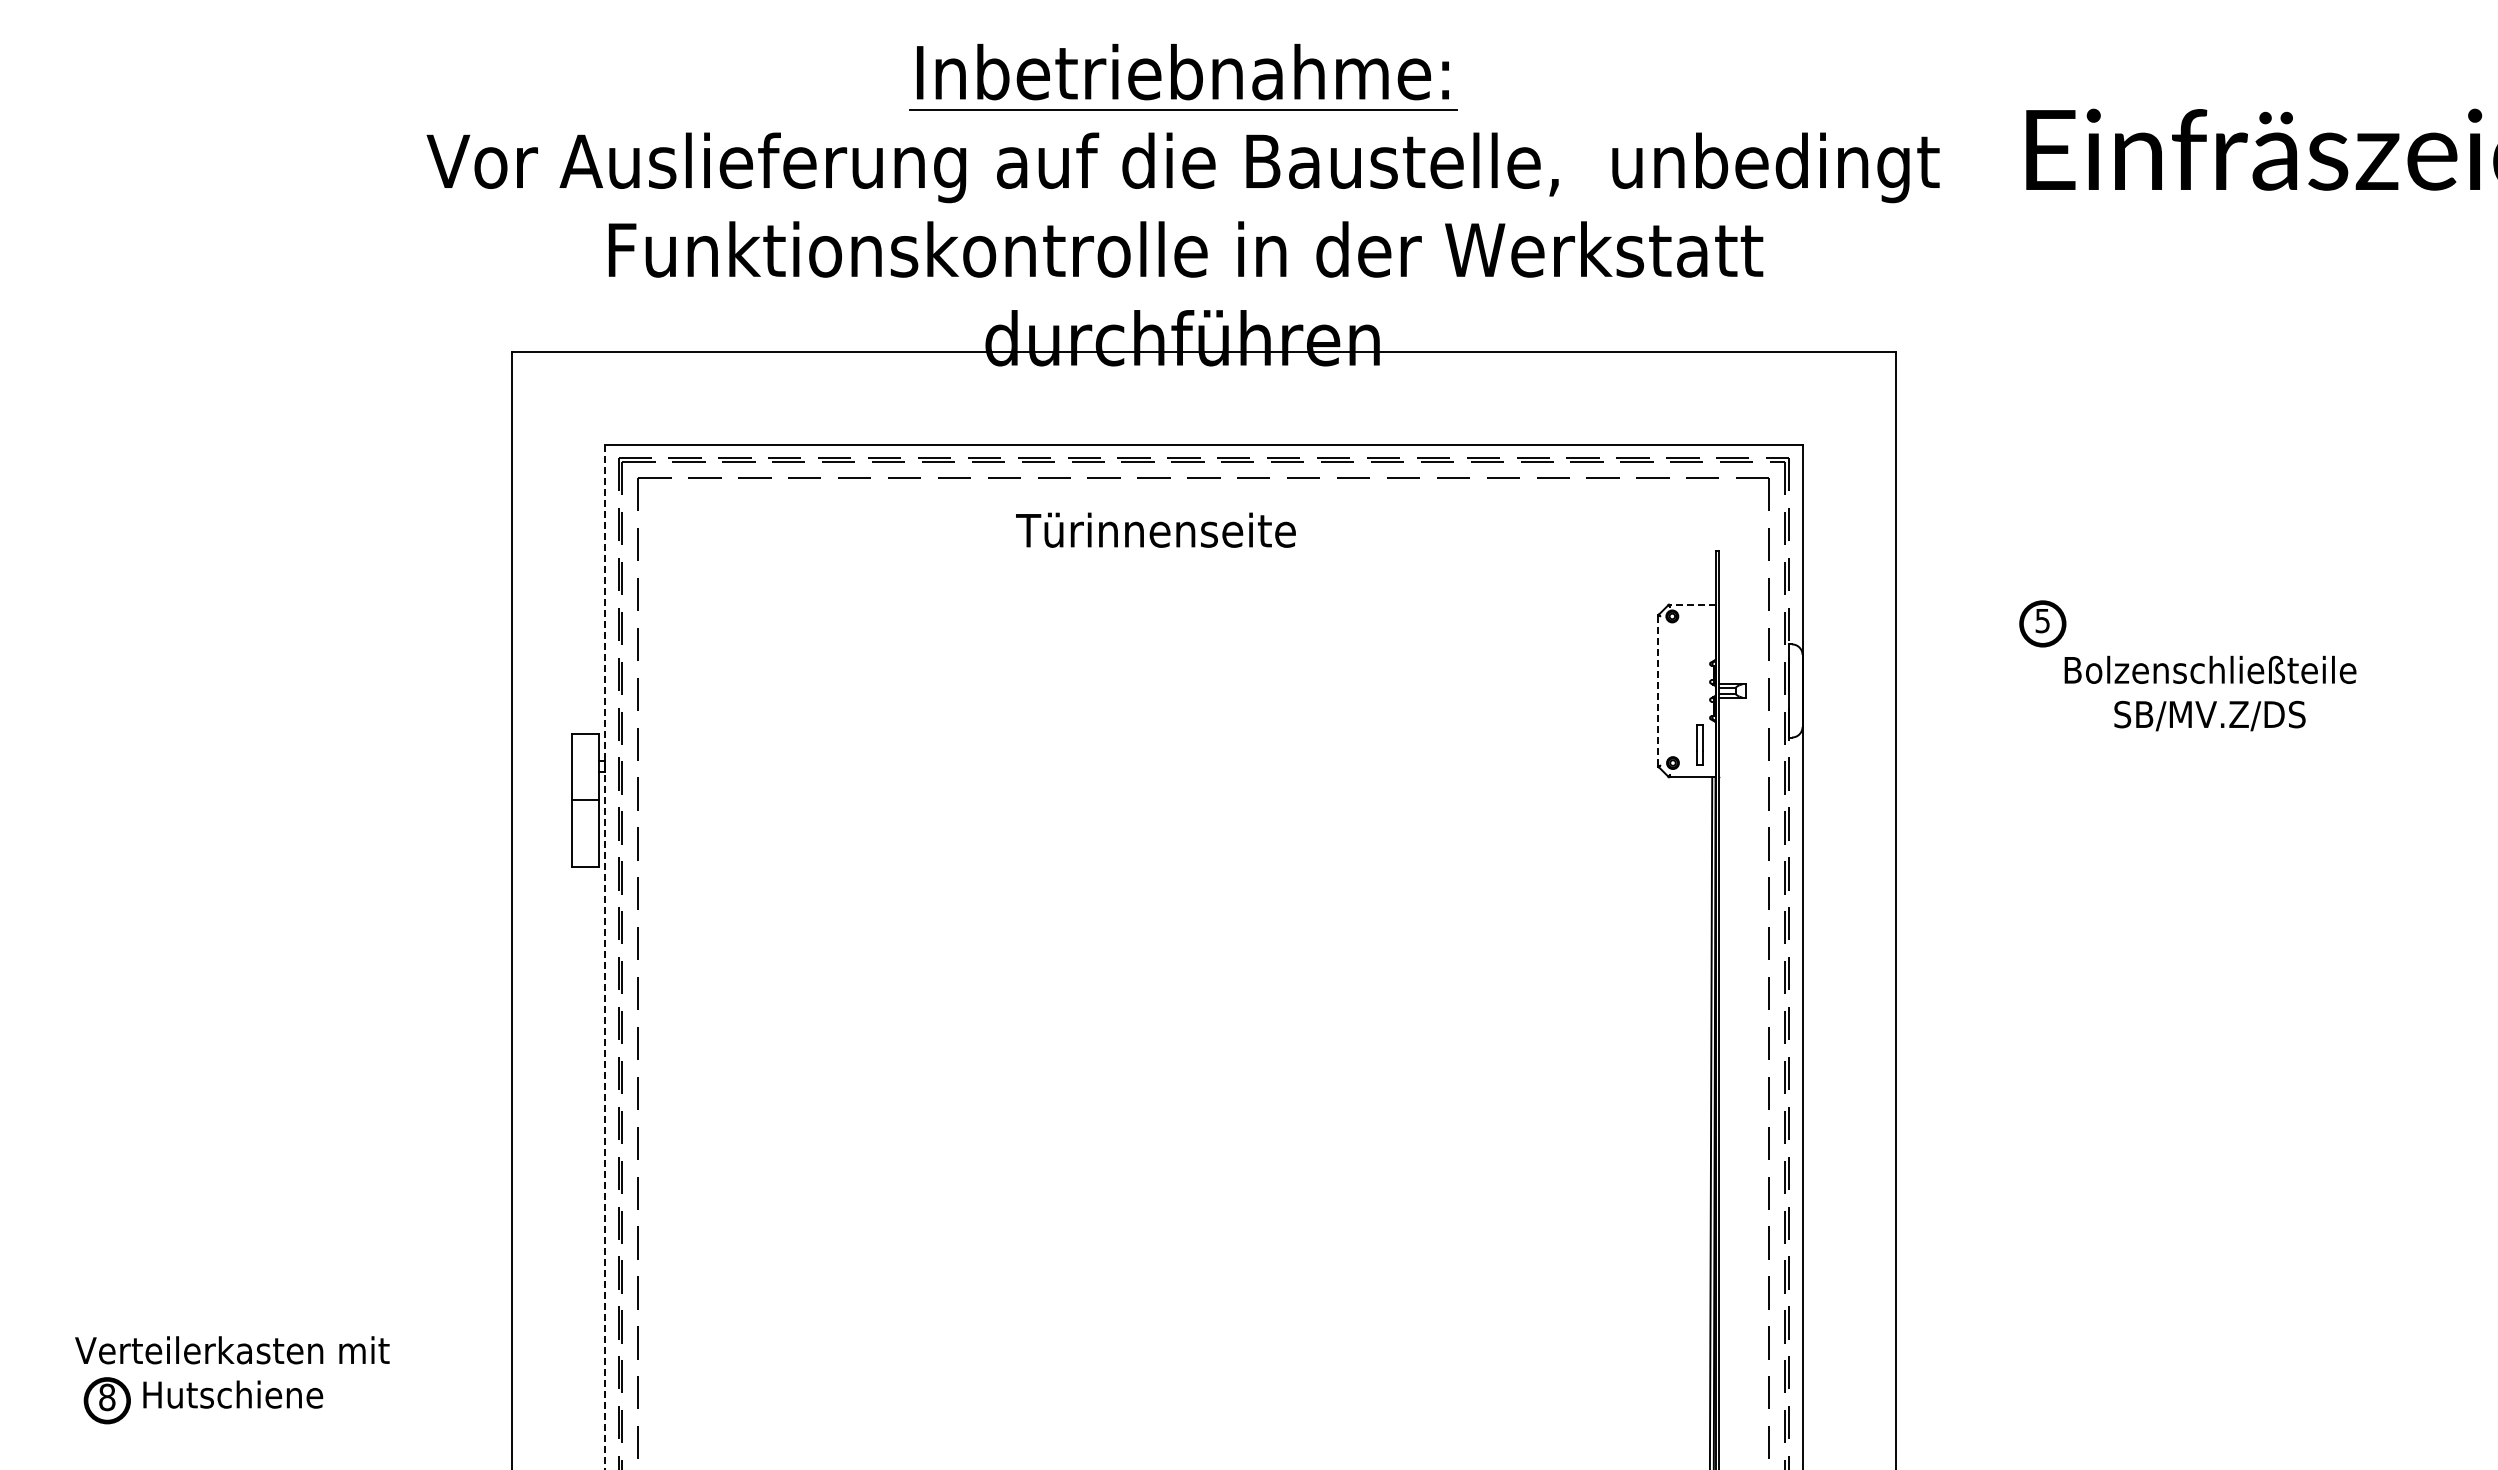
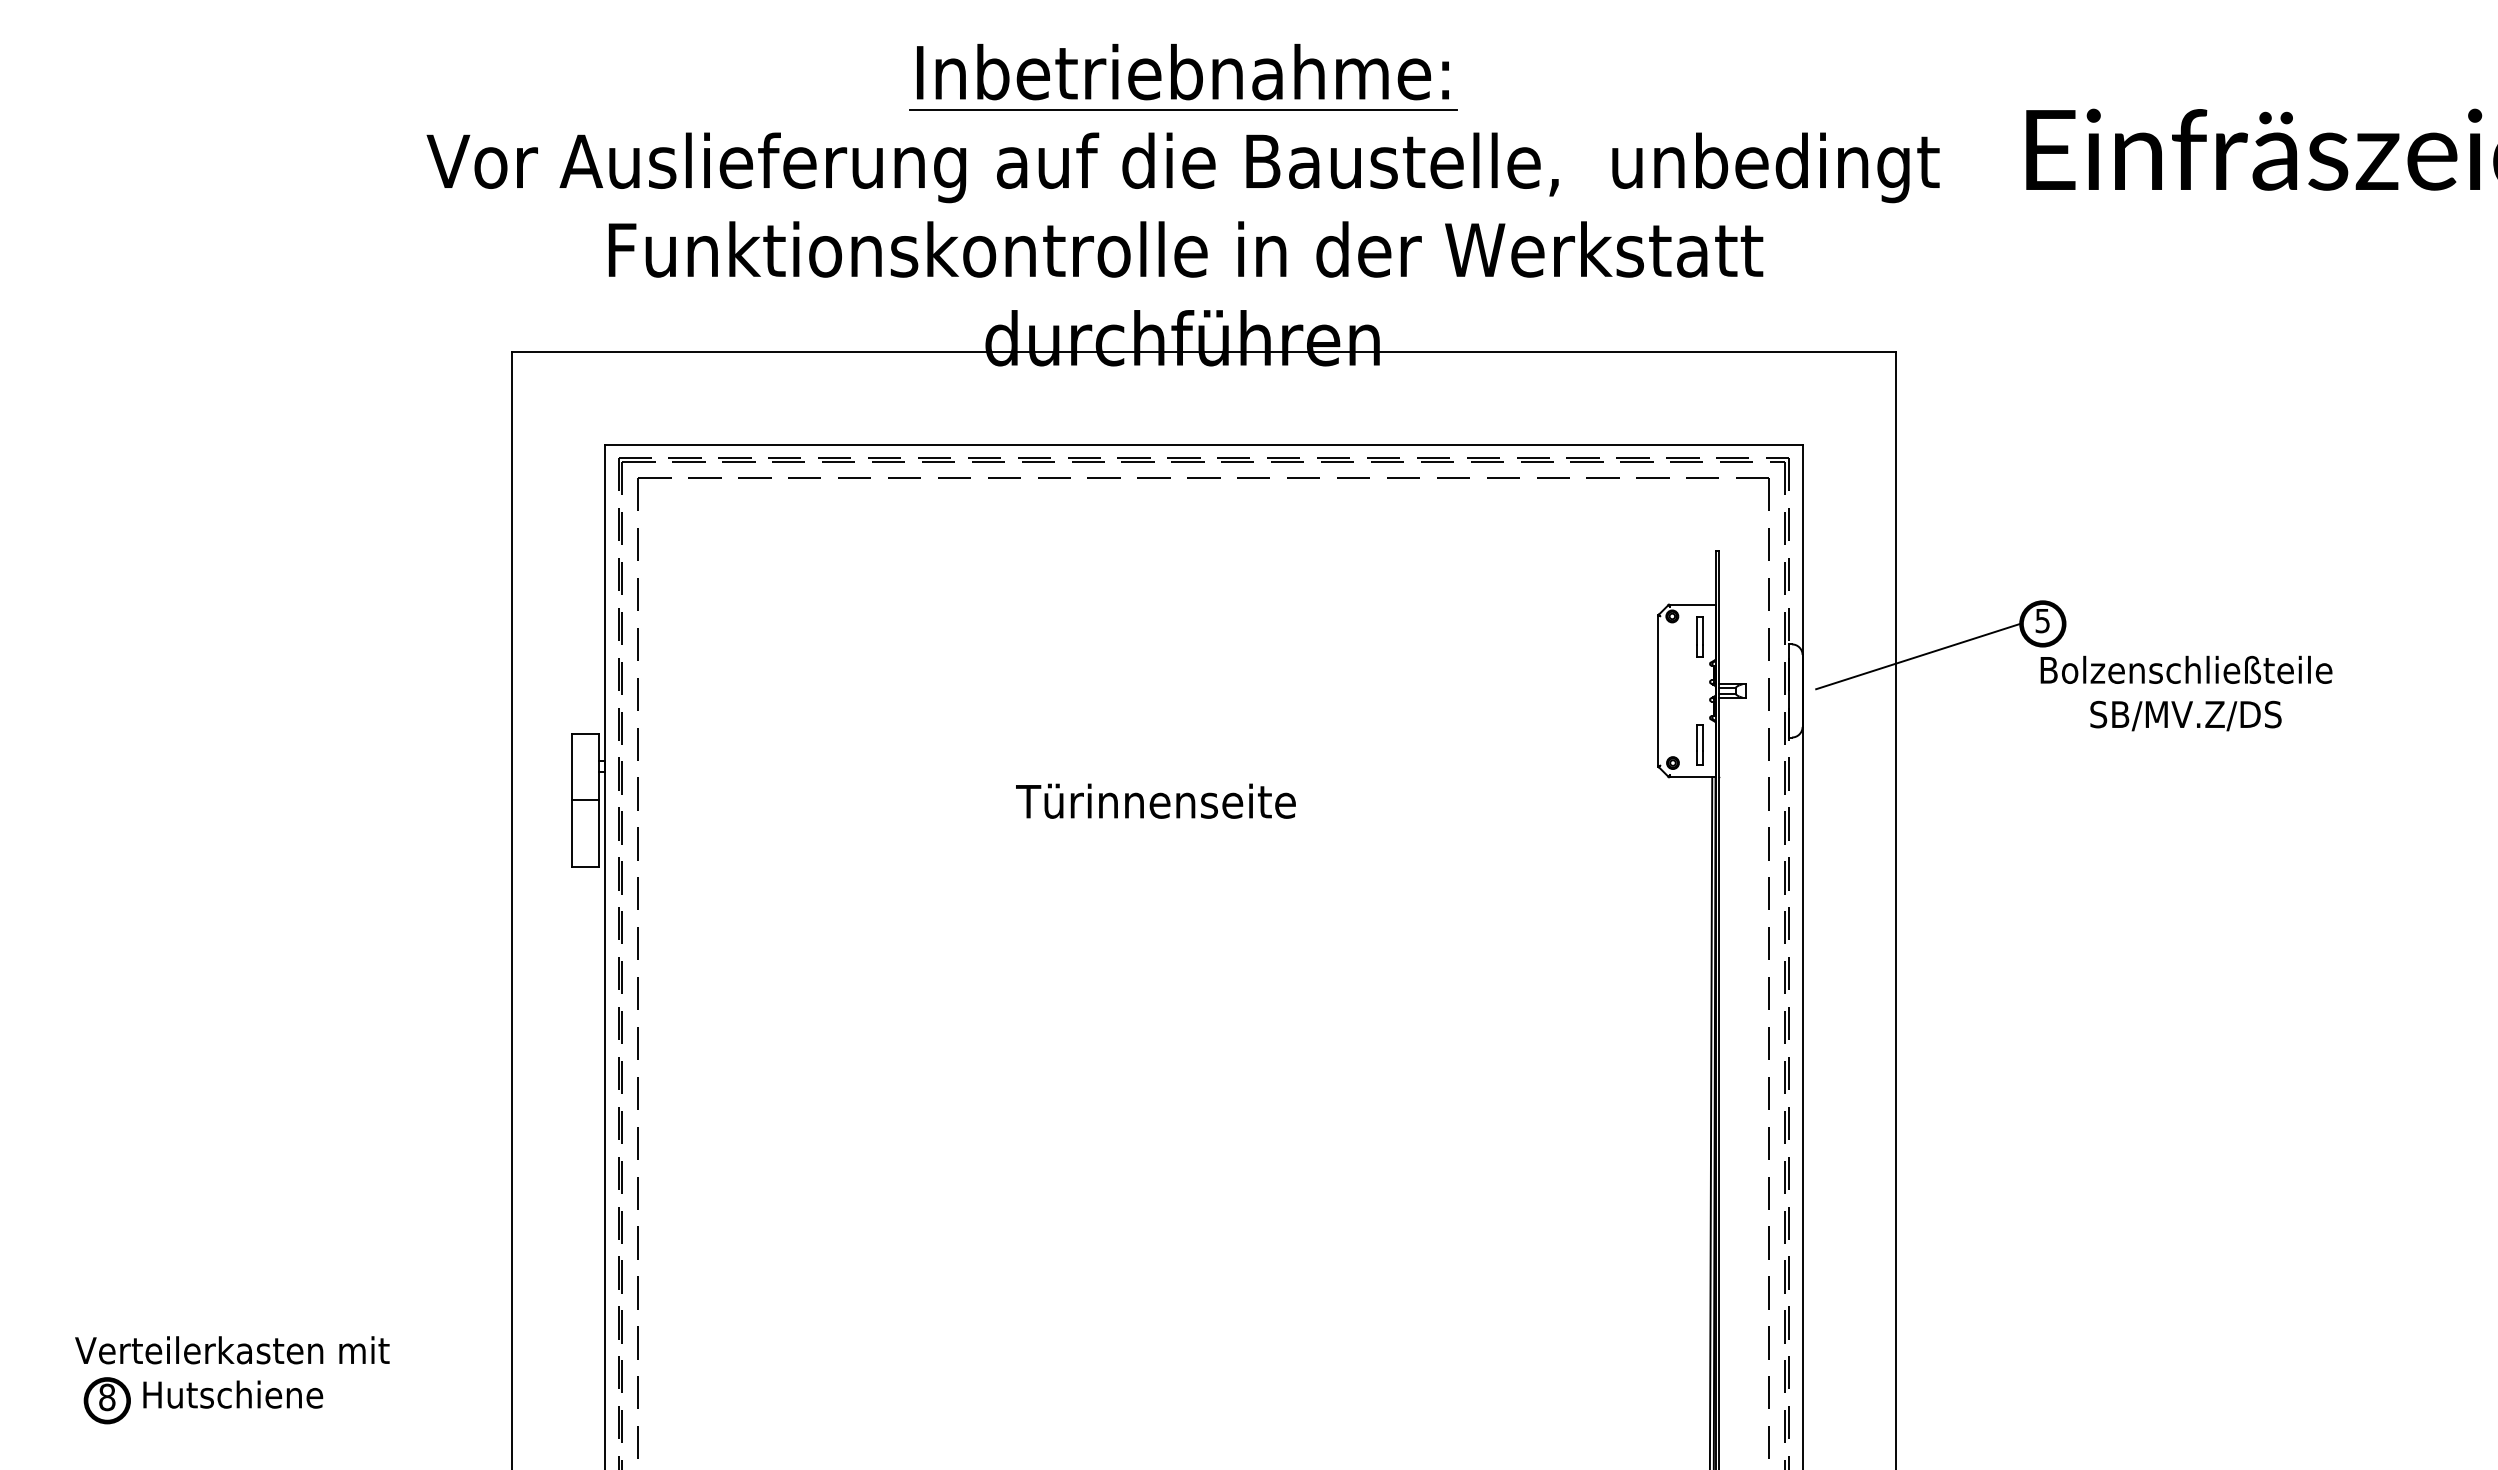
text at (1155, 529) position: (1155, 529) -> (1155, 800)
line at (1692, 604): dashed -> solid
part at (1699, 636): none -> present
line at (1918, 656): none -> present
line at (1658, 690): dashed -> solid
text at (2210, 693) position: (2210, 693) -> (2186, 693)
line at (605, 957): dashed -> solid
